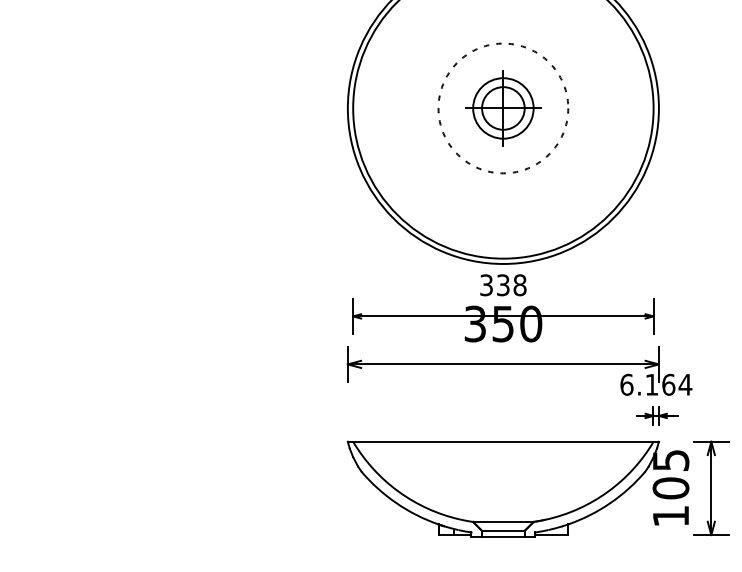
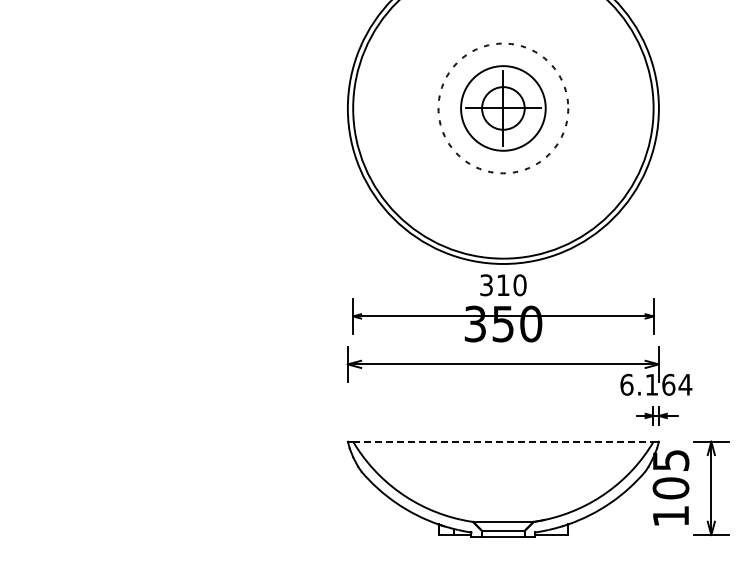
circle at (503, 108) diameter: 60 px -> 85 px
text at (511, 285): 338 -> 310
line at (503, 441): solid -> dashed
